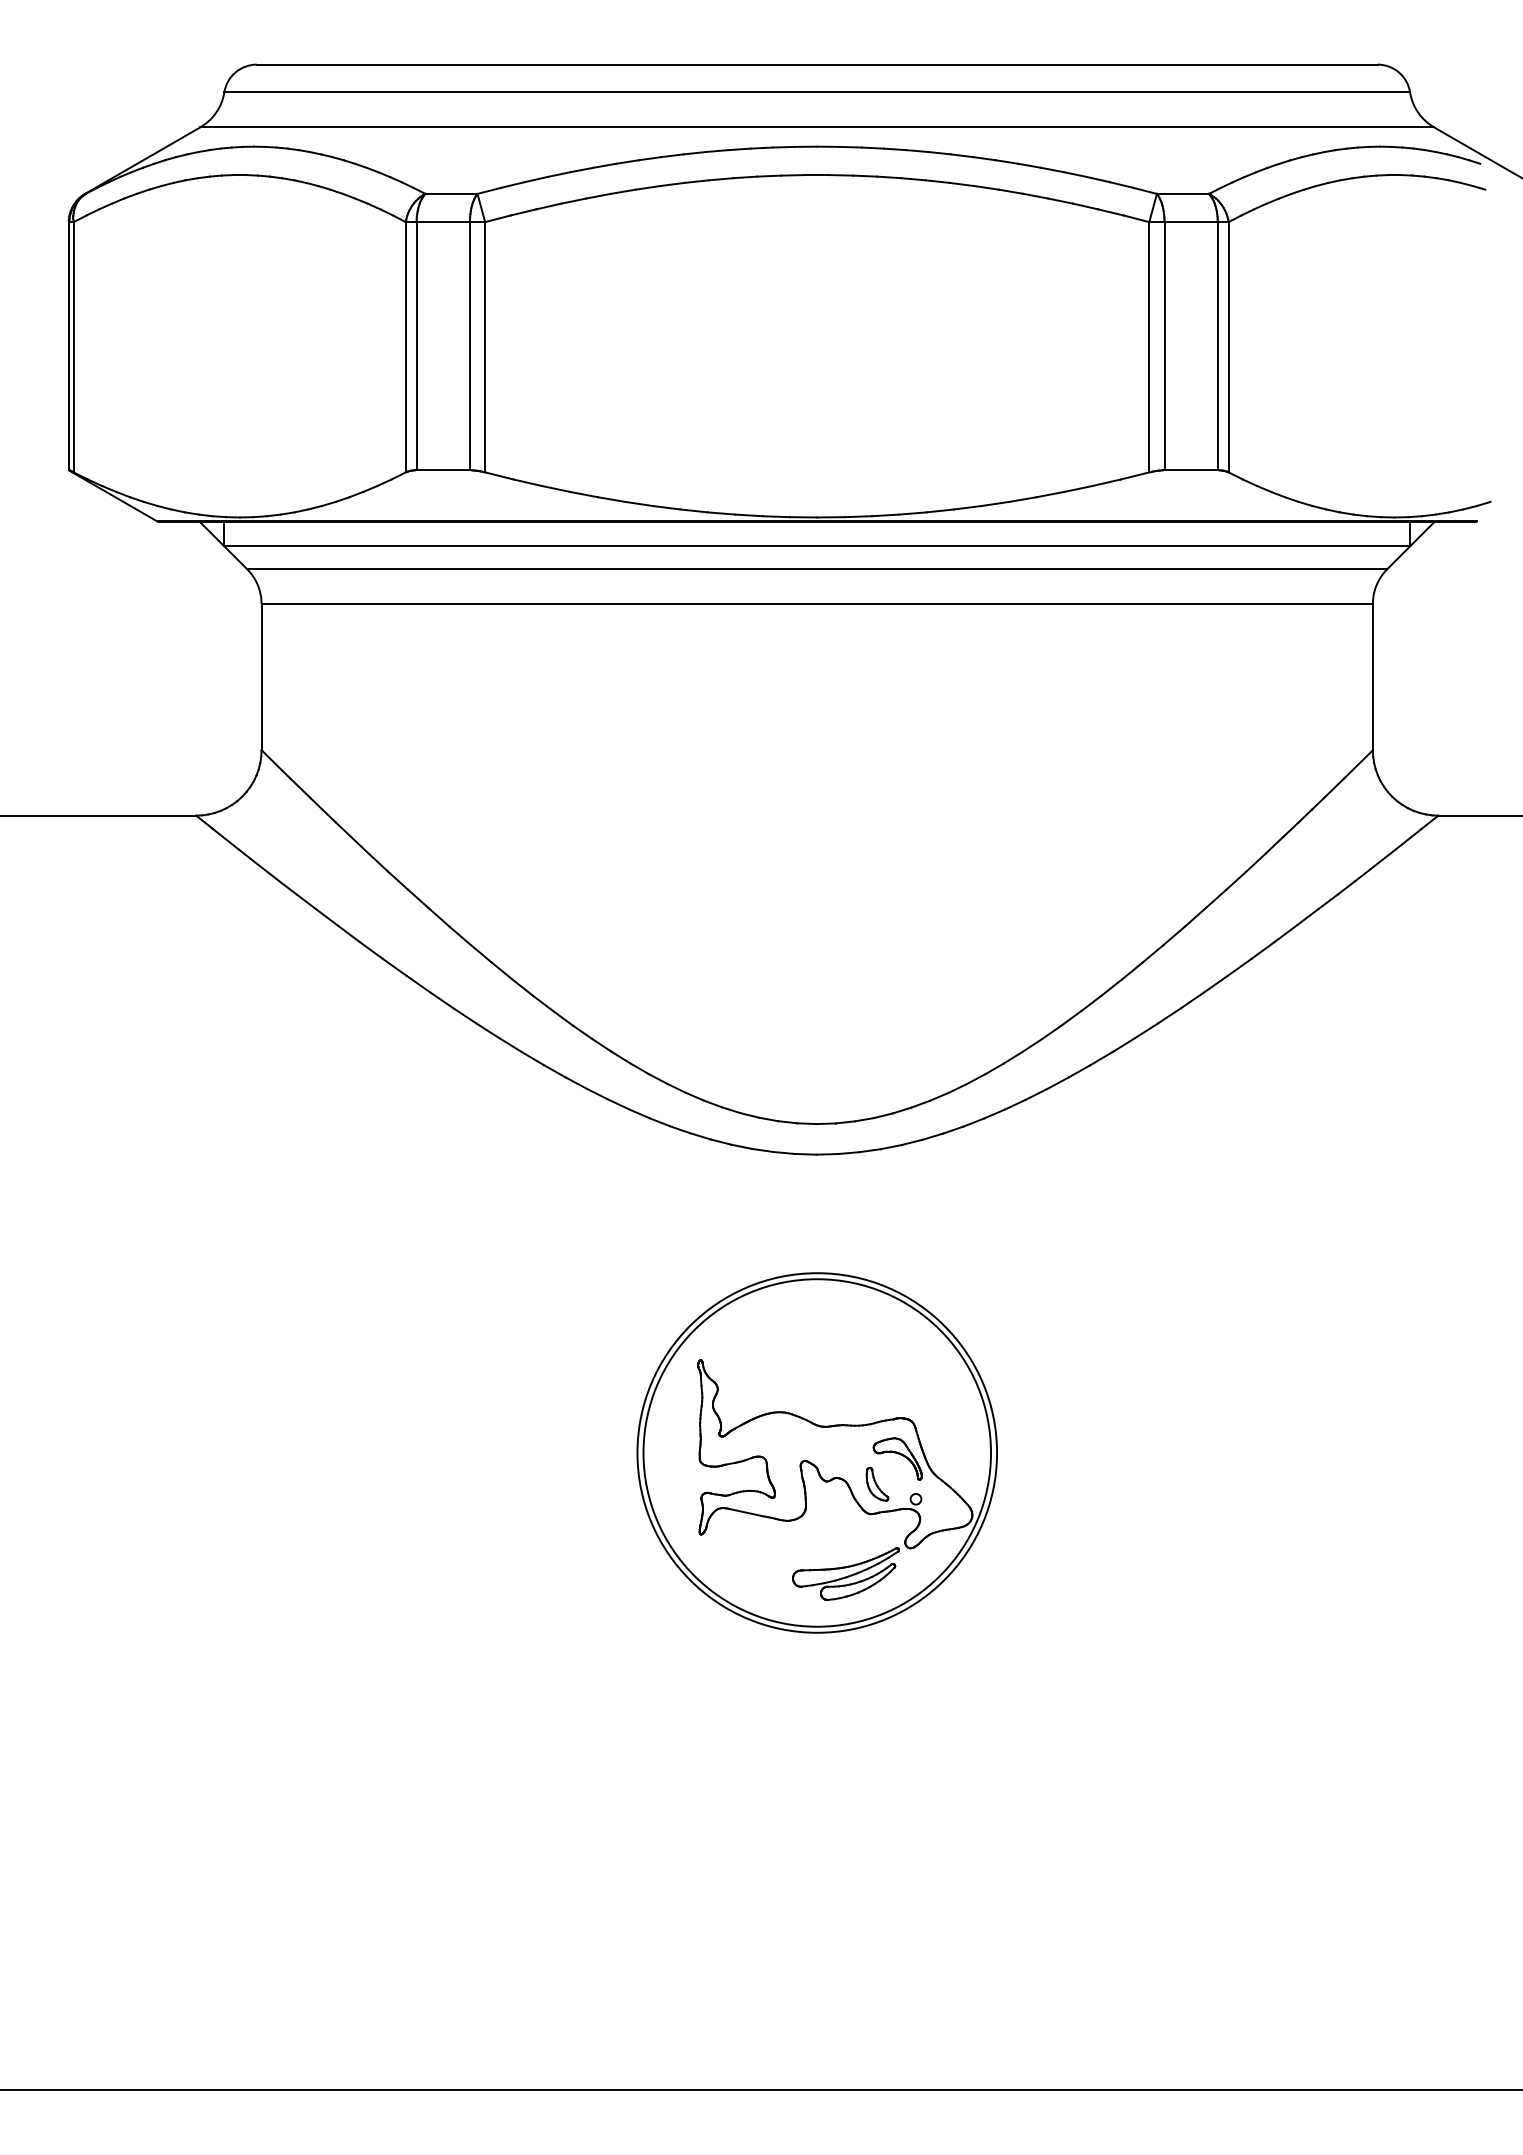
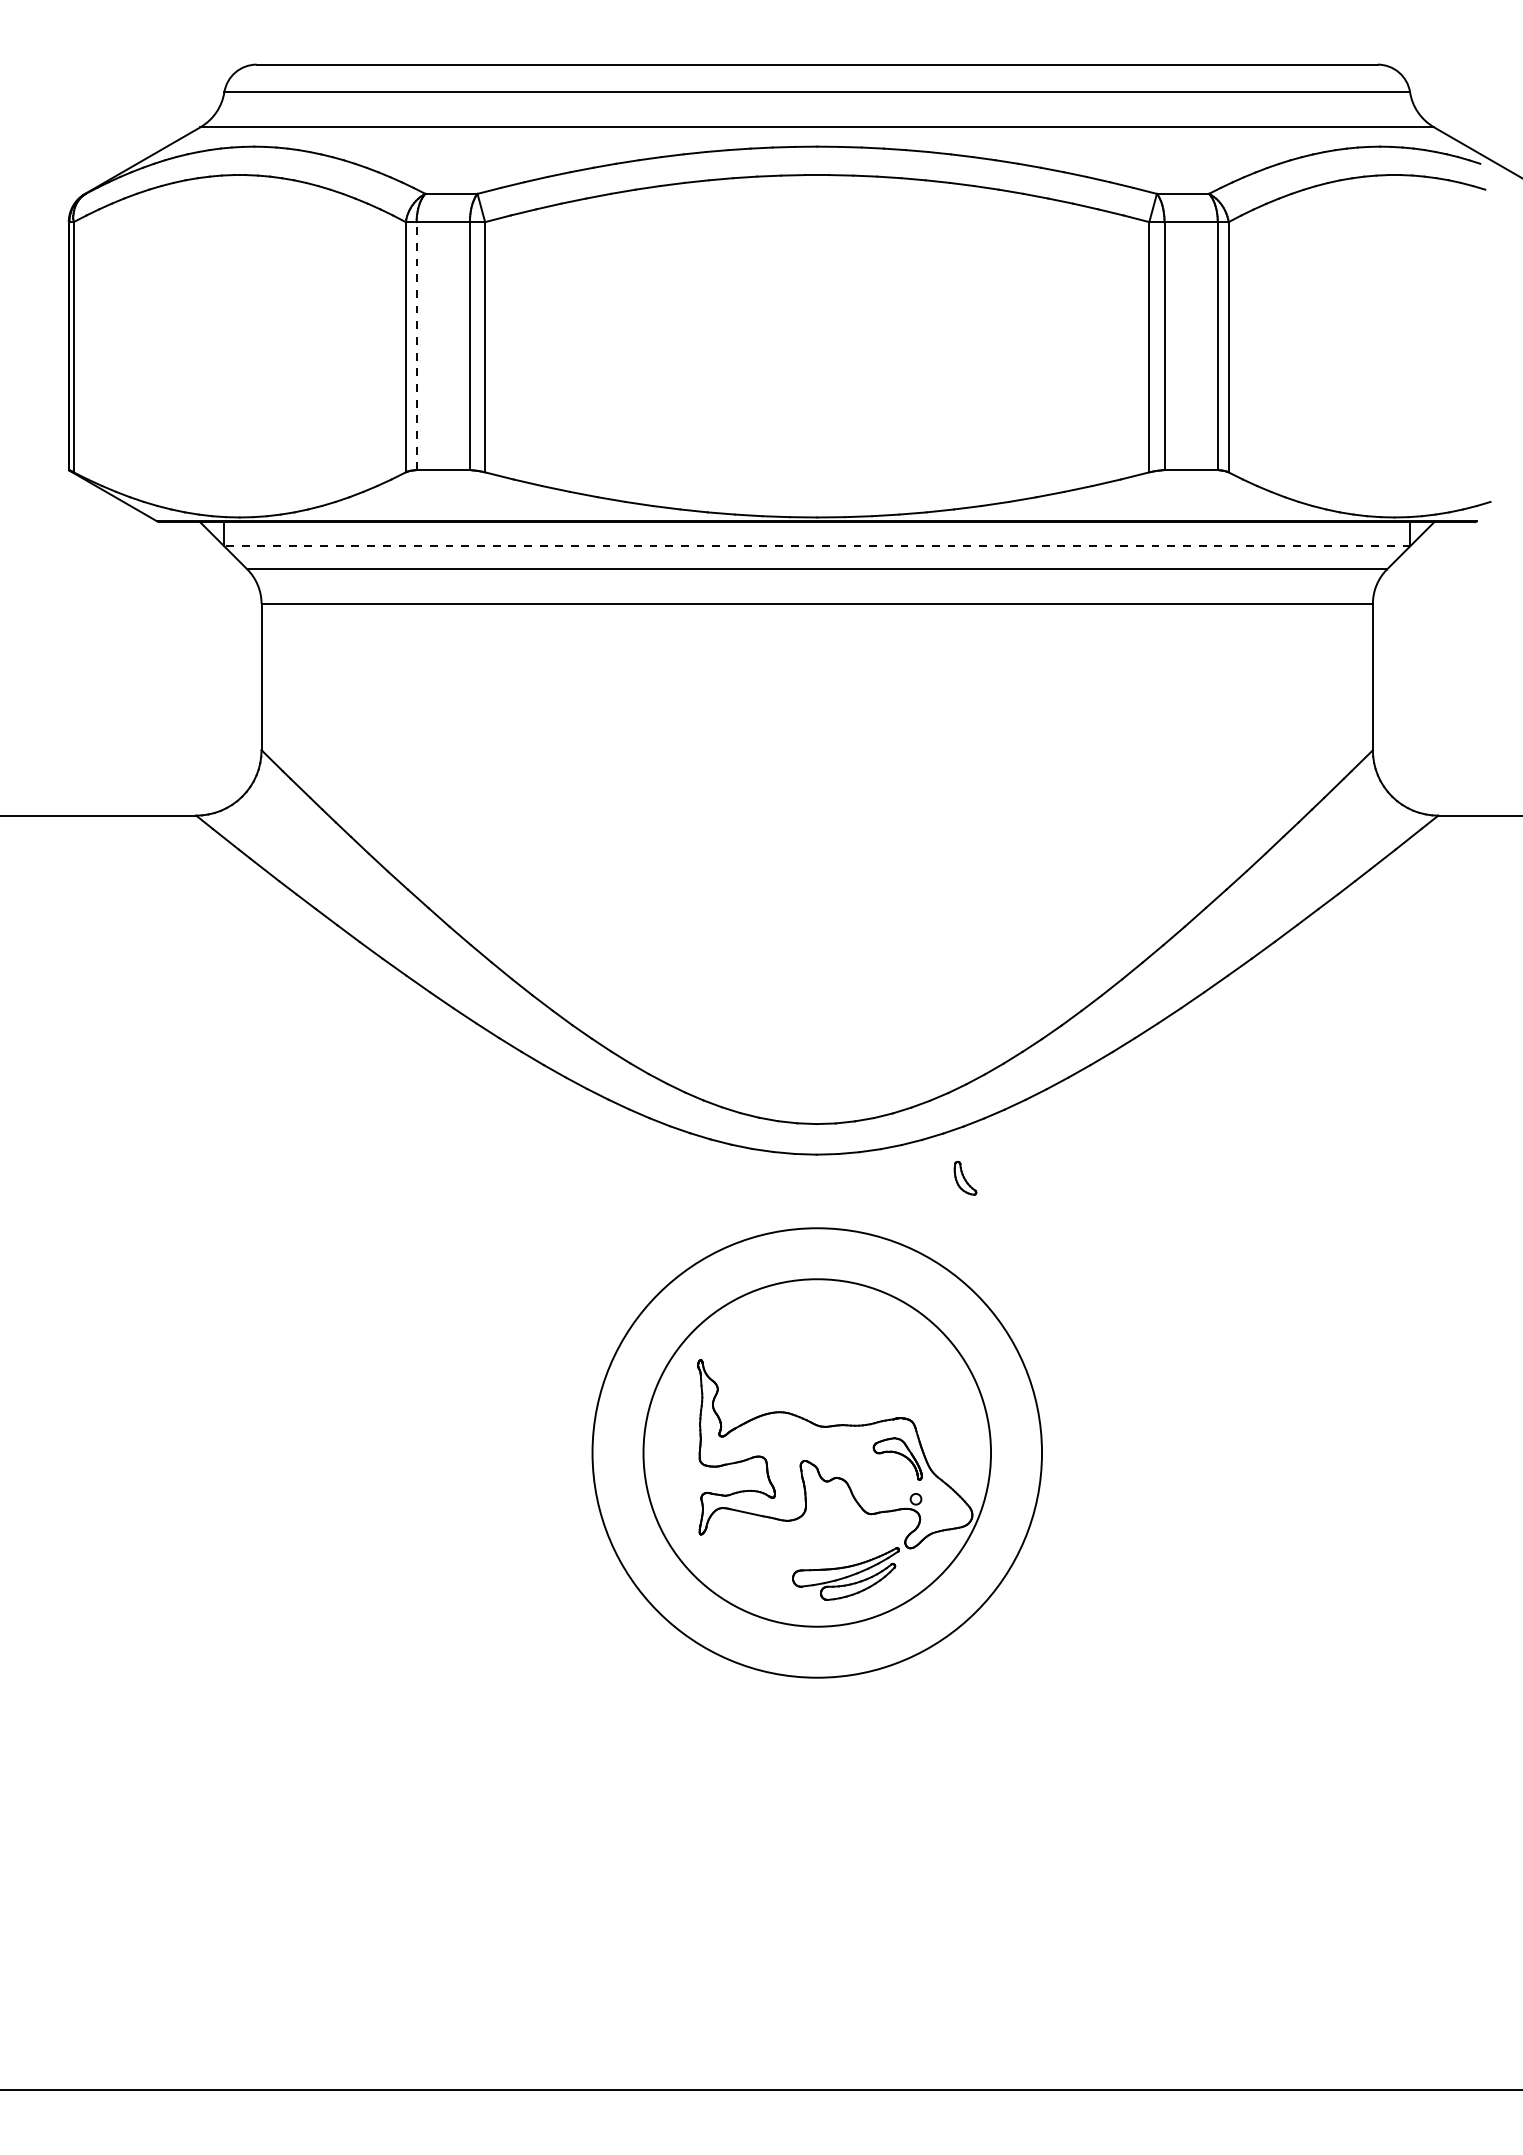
line at (416, 345): solid -> dashed
line at (816, 546): solid -> dashed
circle at (817, 1452) diameter: 360 px -> 449 px
part at (877, 1484) position: (877, 1484) -> (965, 1178)
